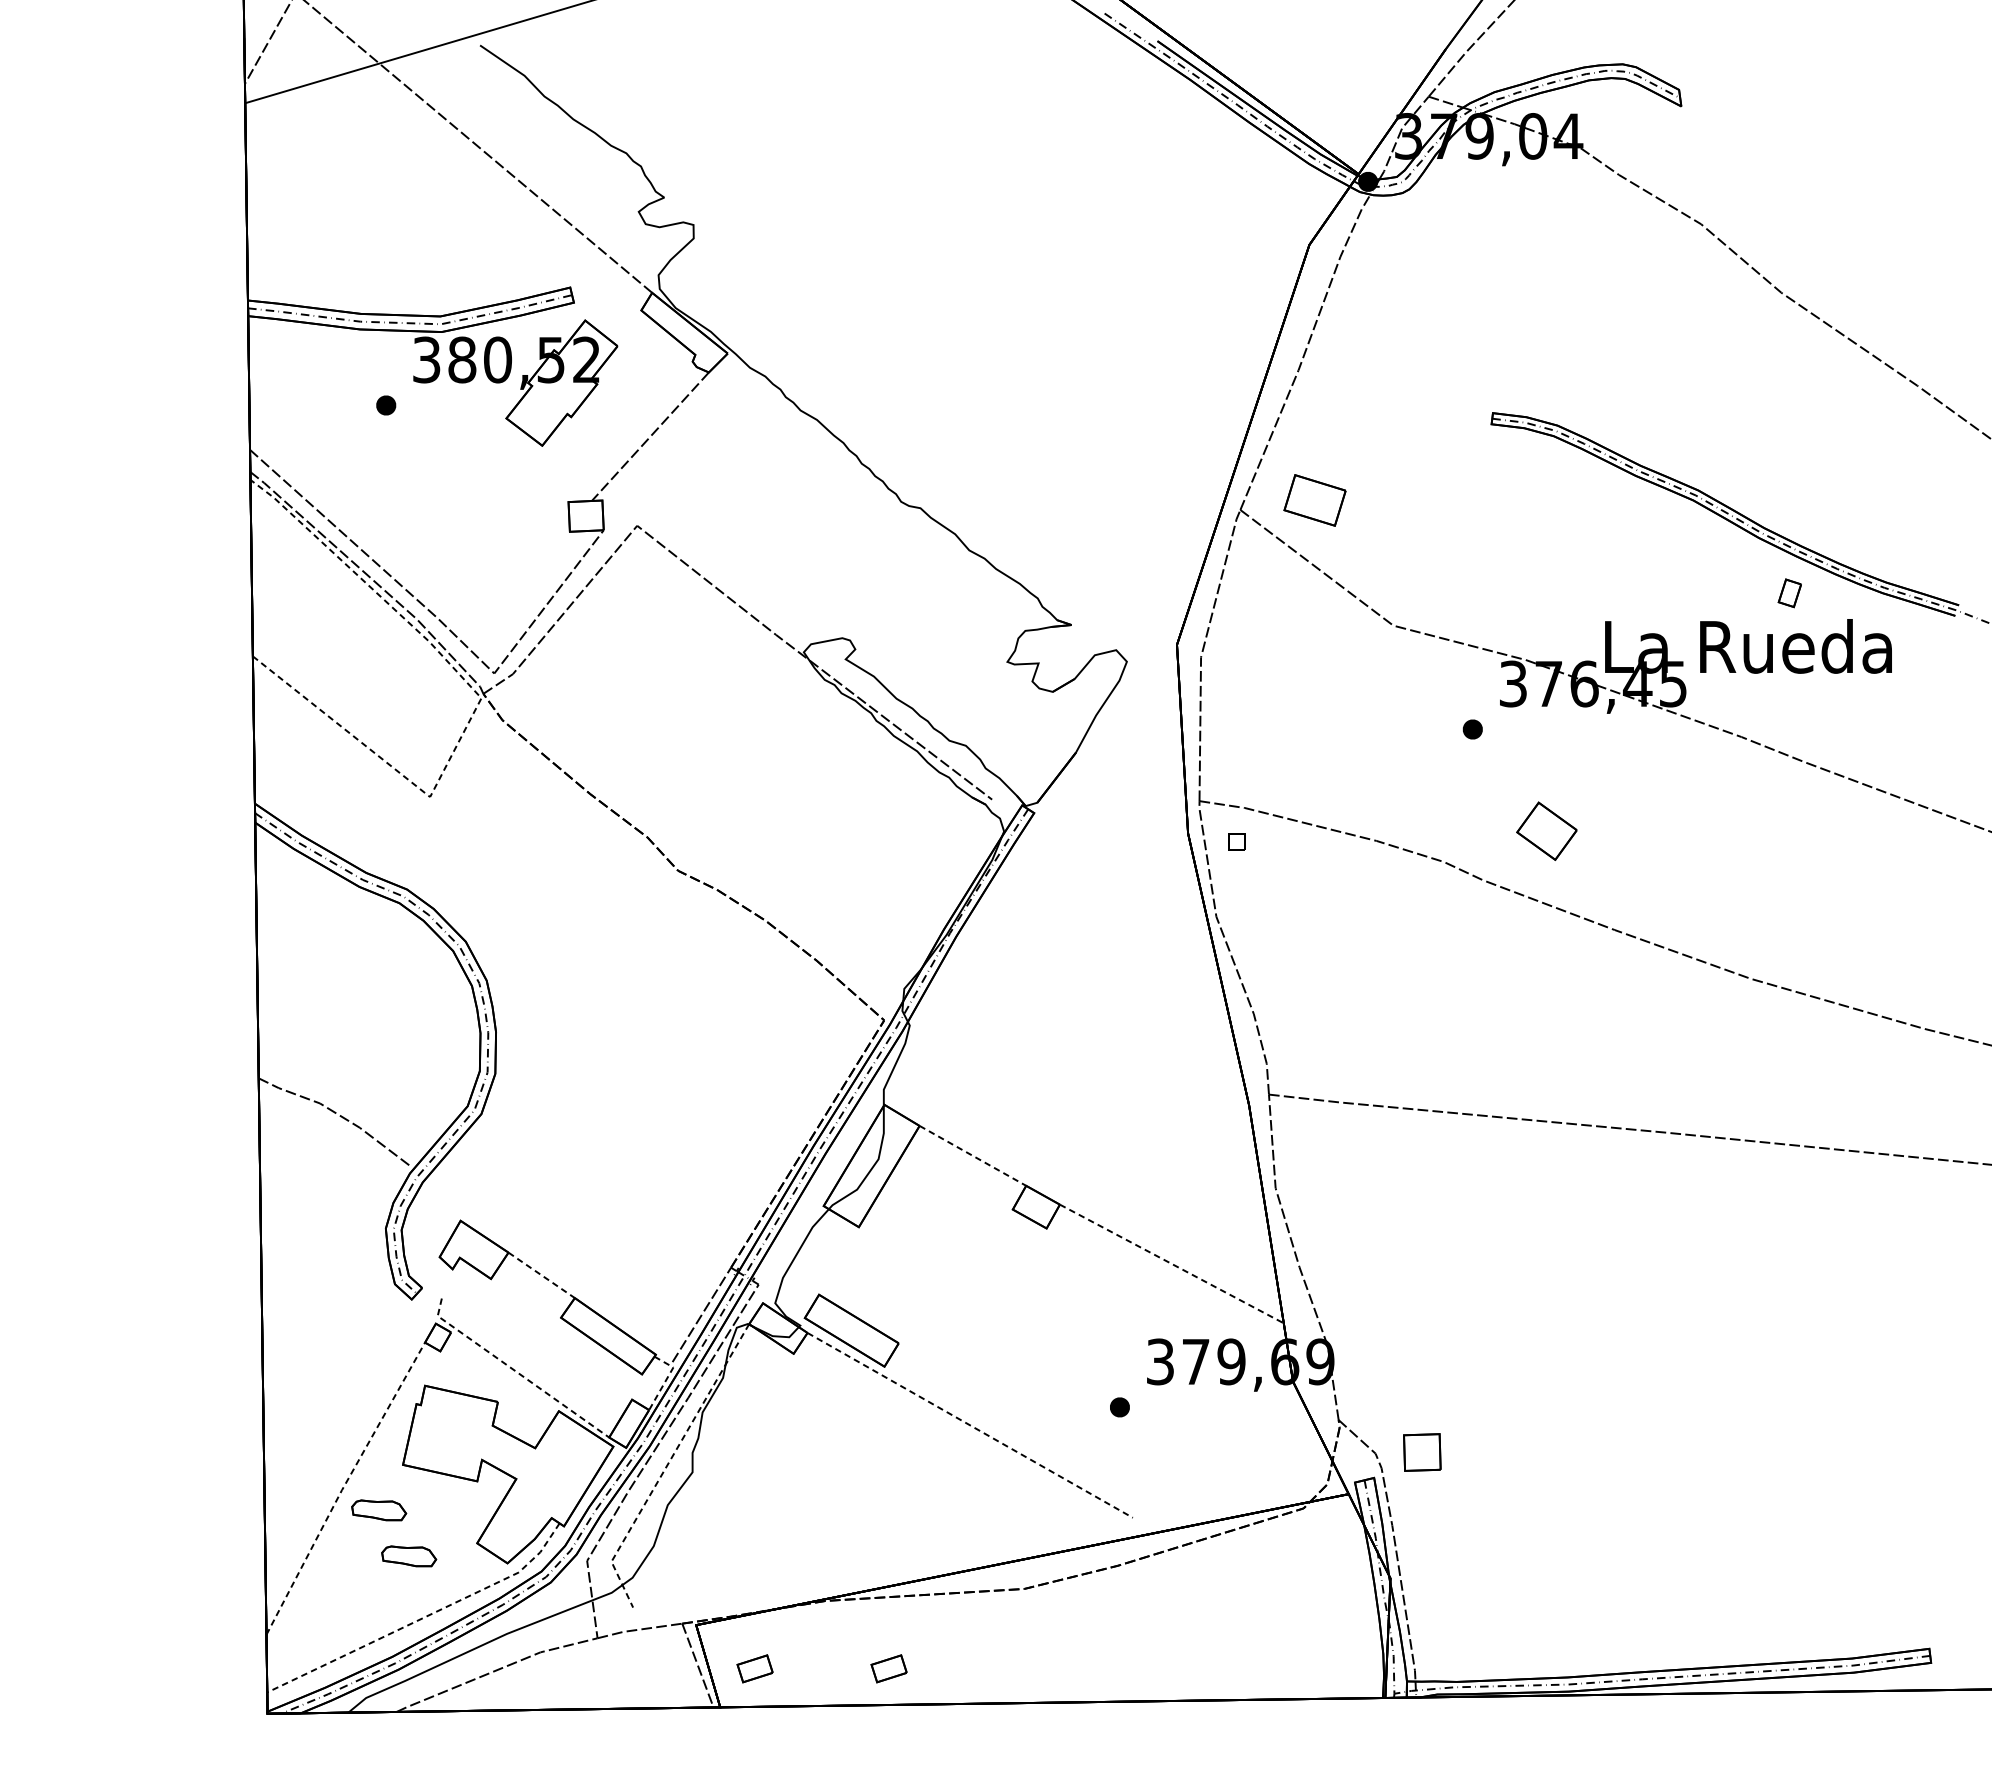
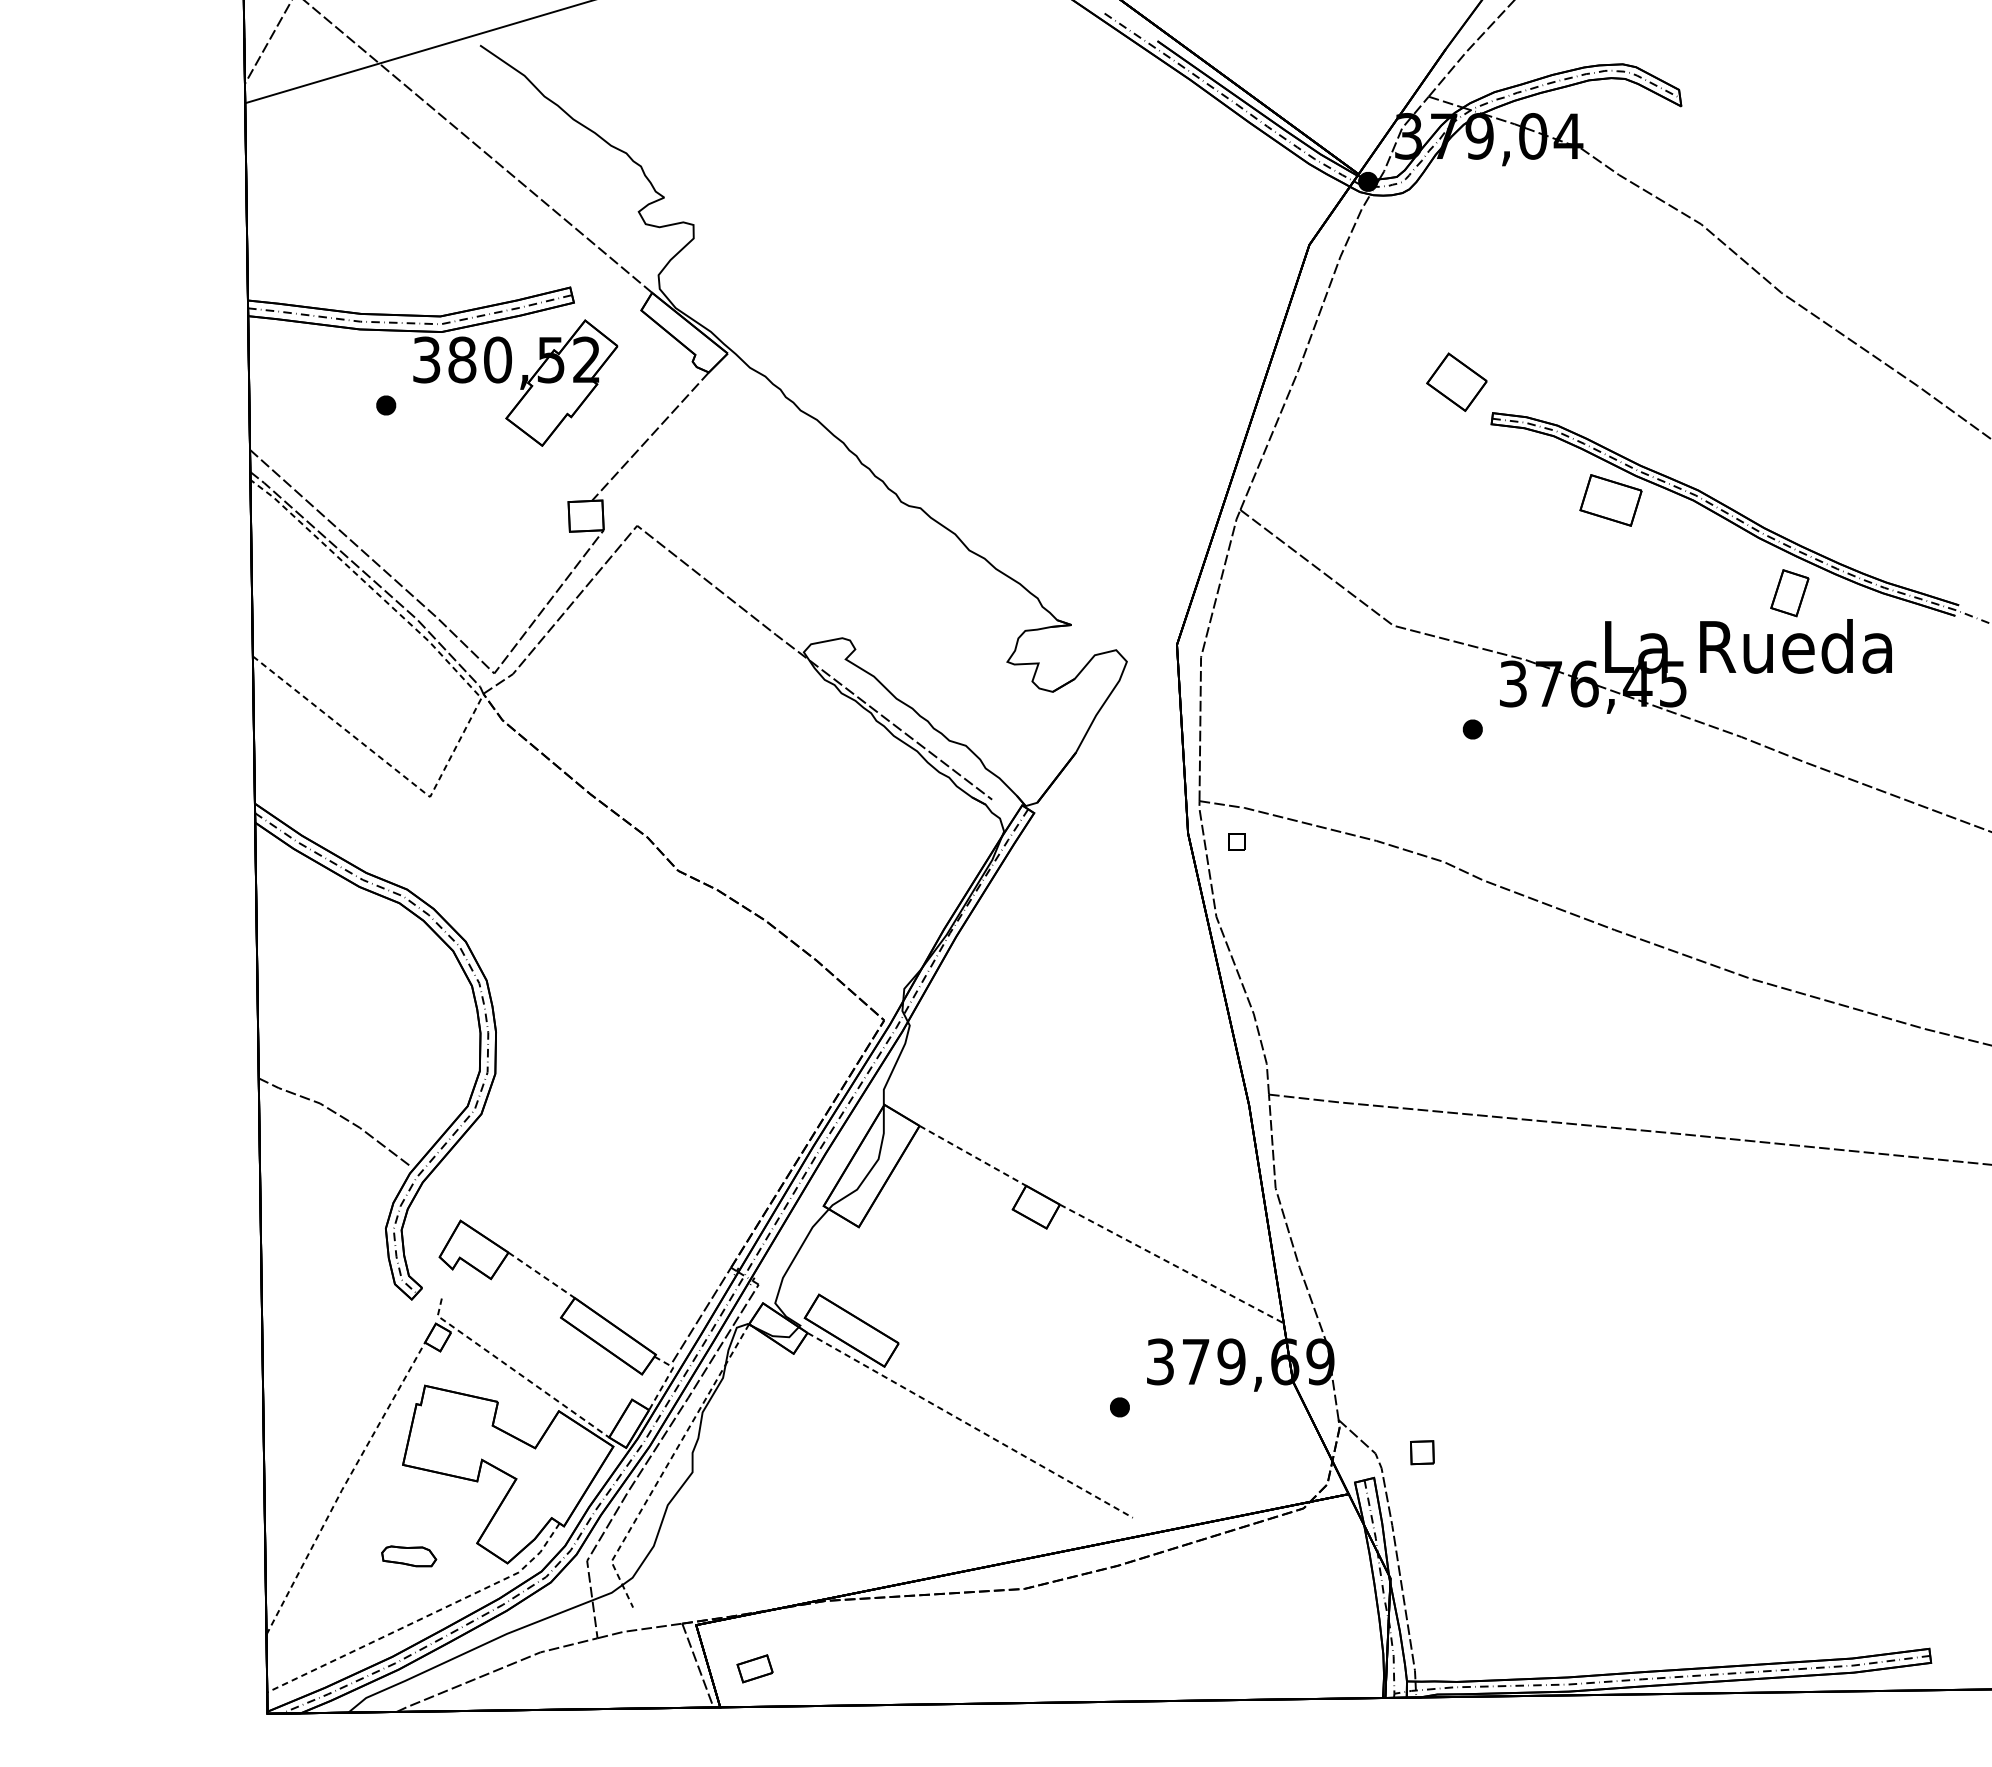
part at (1314, 500) position: (1314, 500) -> (1610, 500)
part at (1789, 593) size: 25x31 px -> 40x49 px
part at (1546, 830) position: (1546, 830) -> (1456, 381)
part at (1422, 1452) size: 39x39 px -> 25x26 px
part at (379, 1510): present -> none
part at (888, 1668): present -> none
